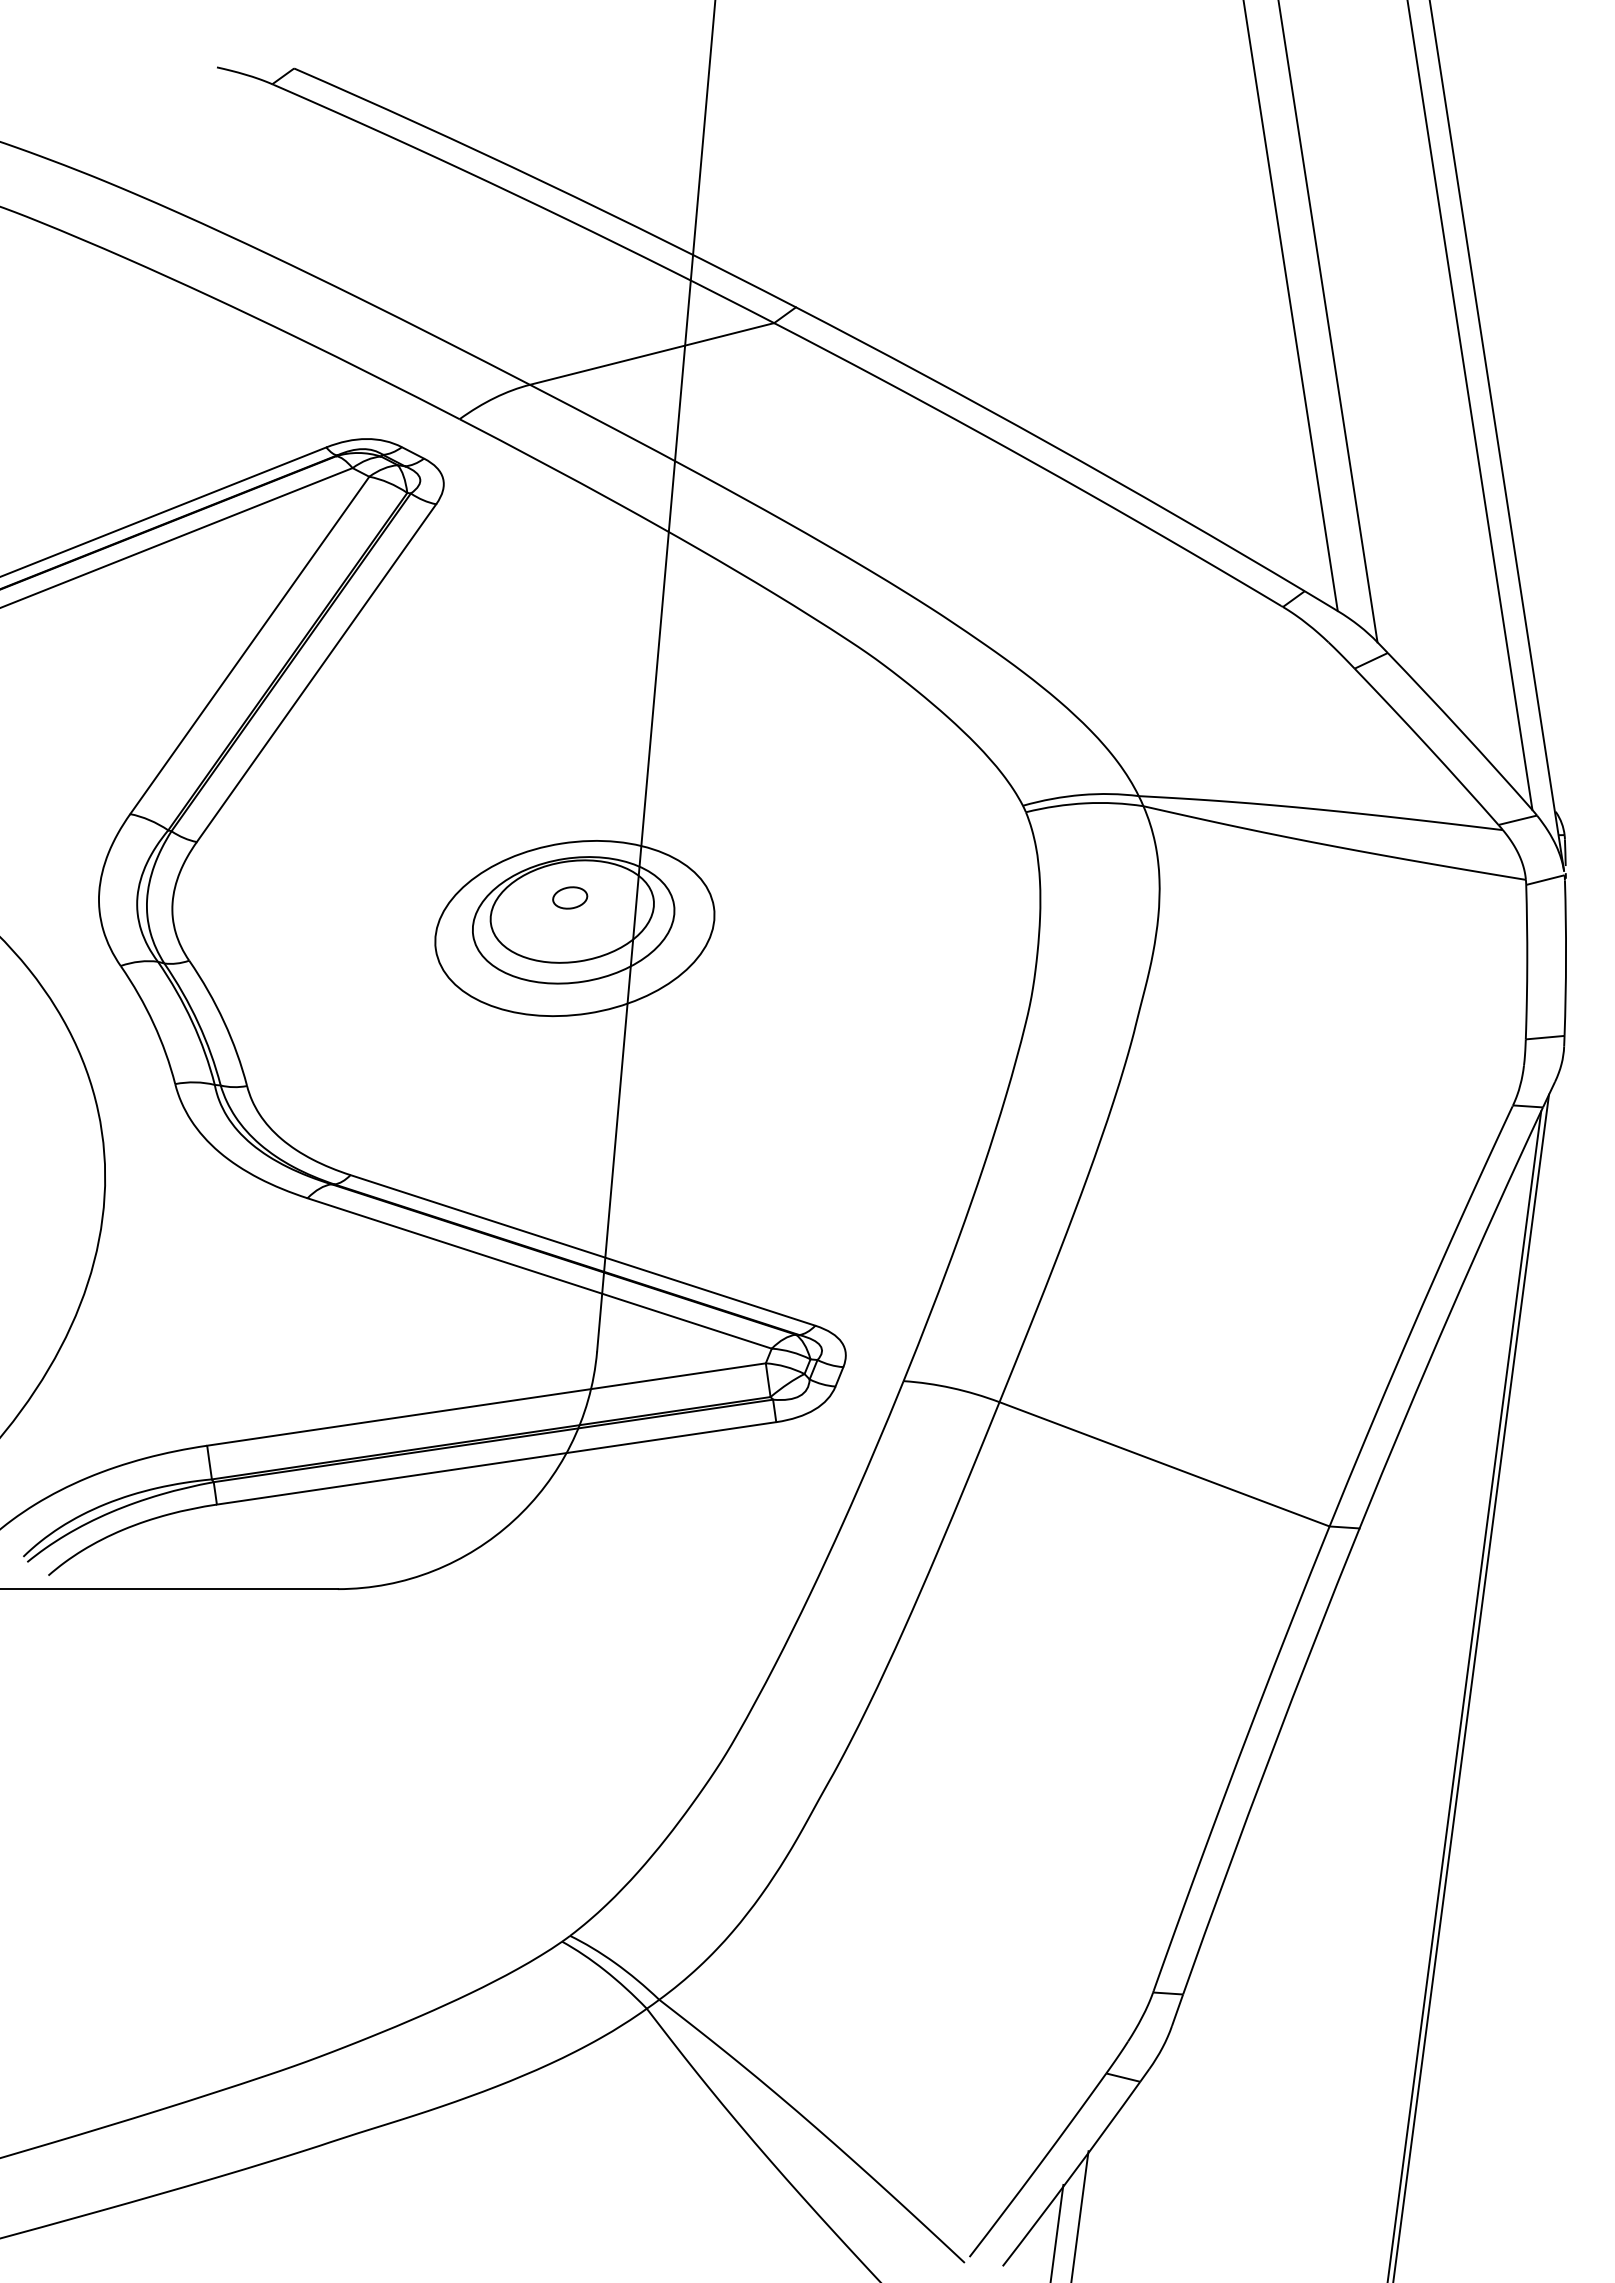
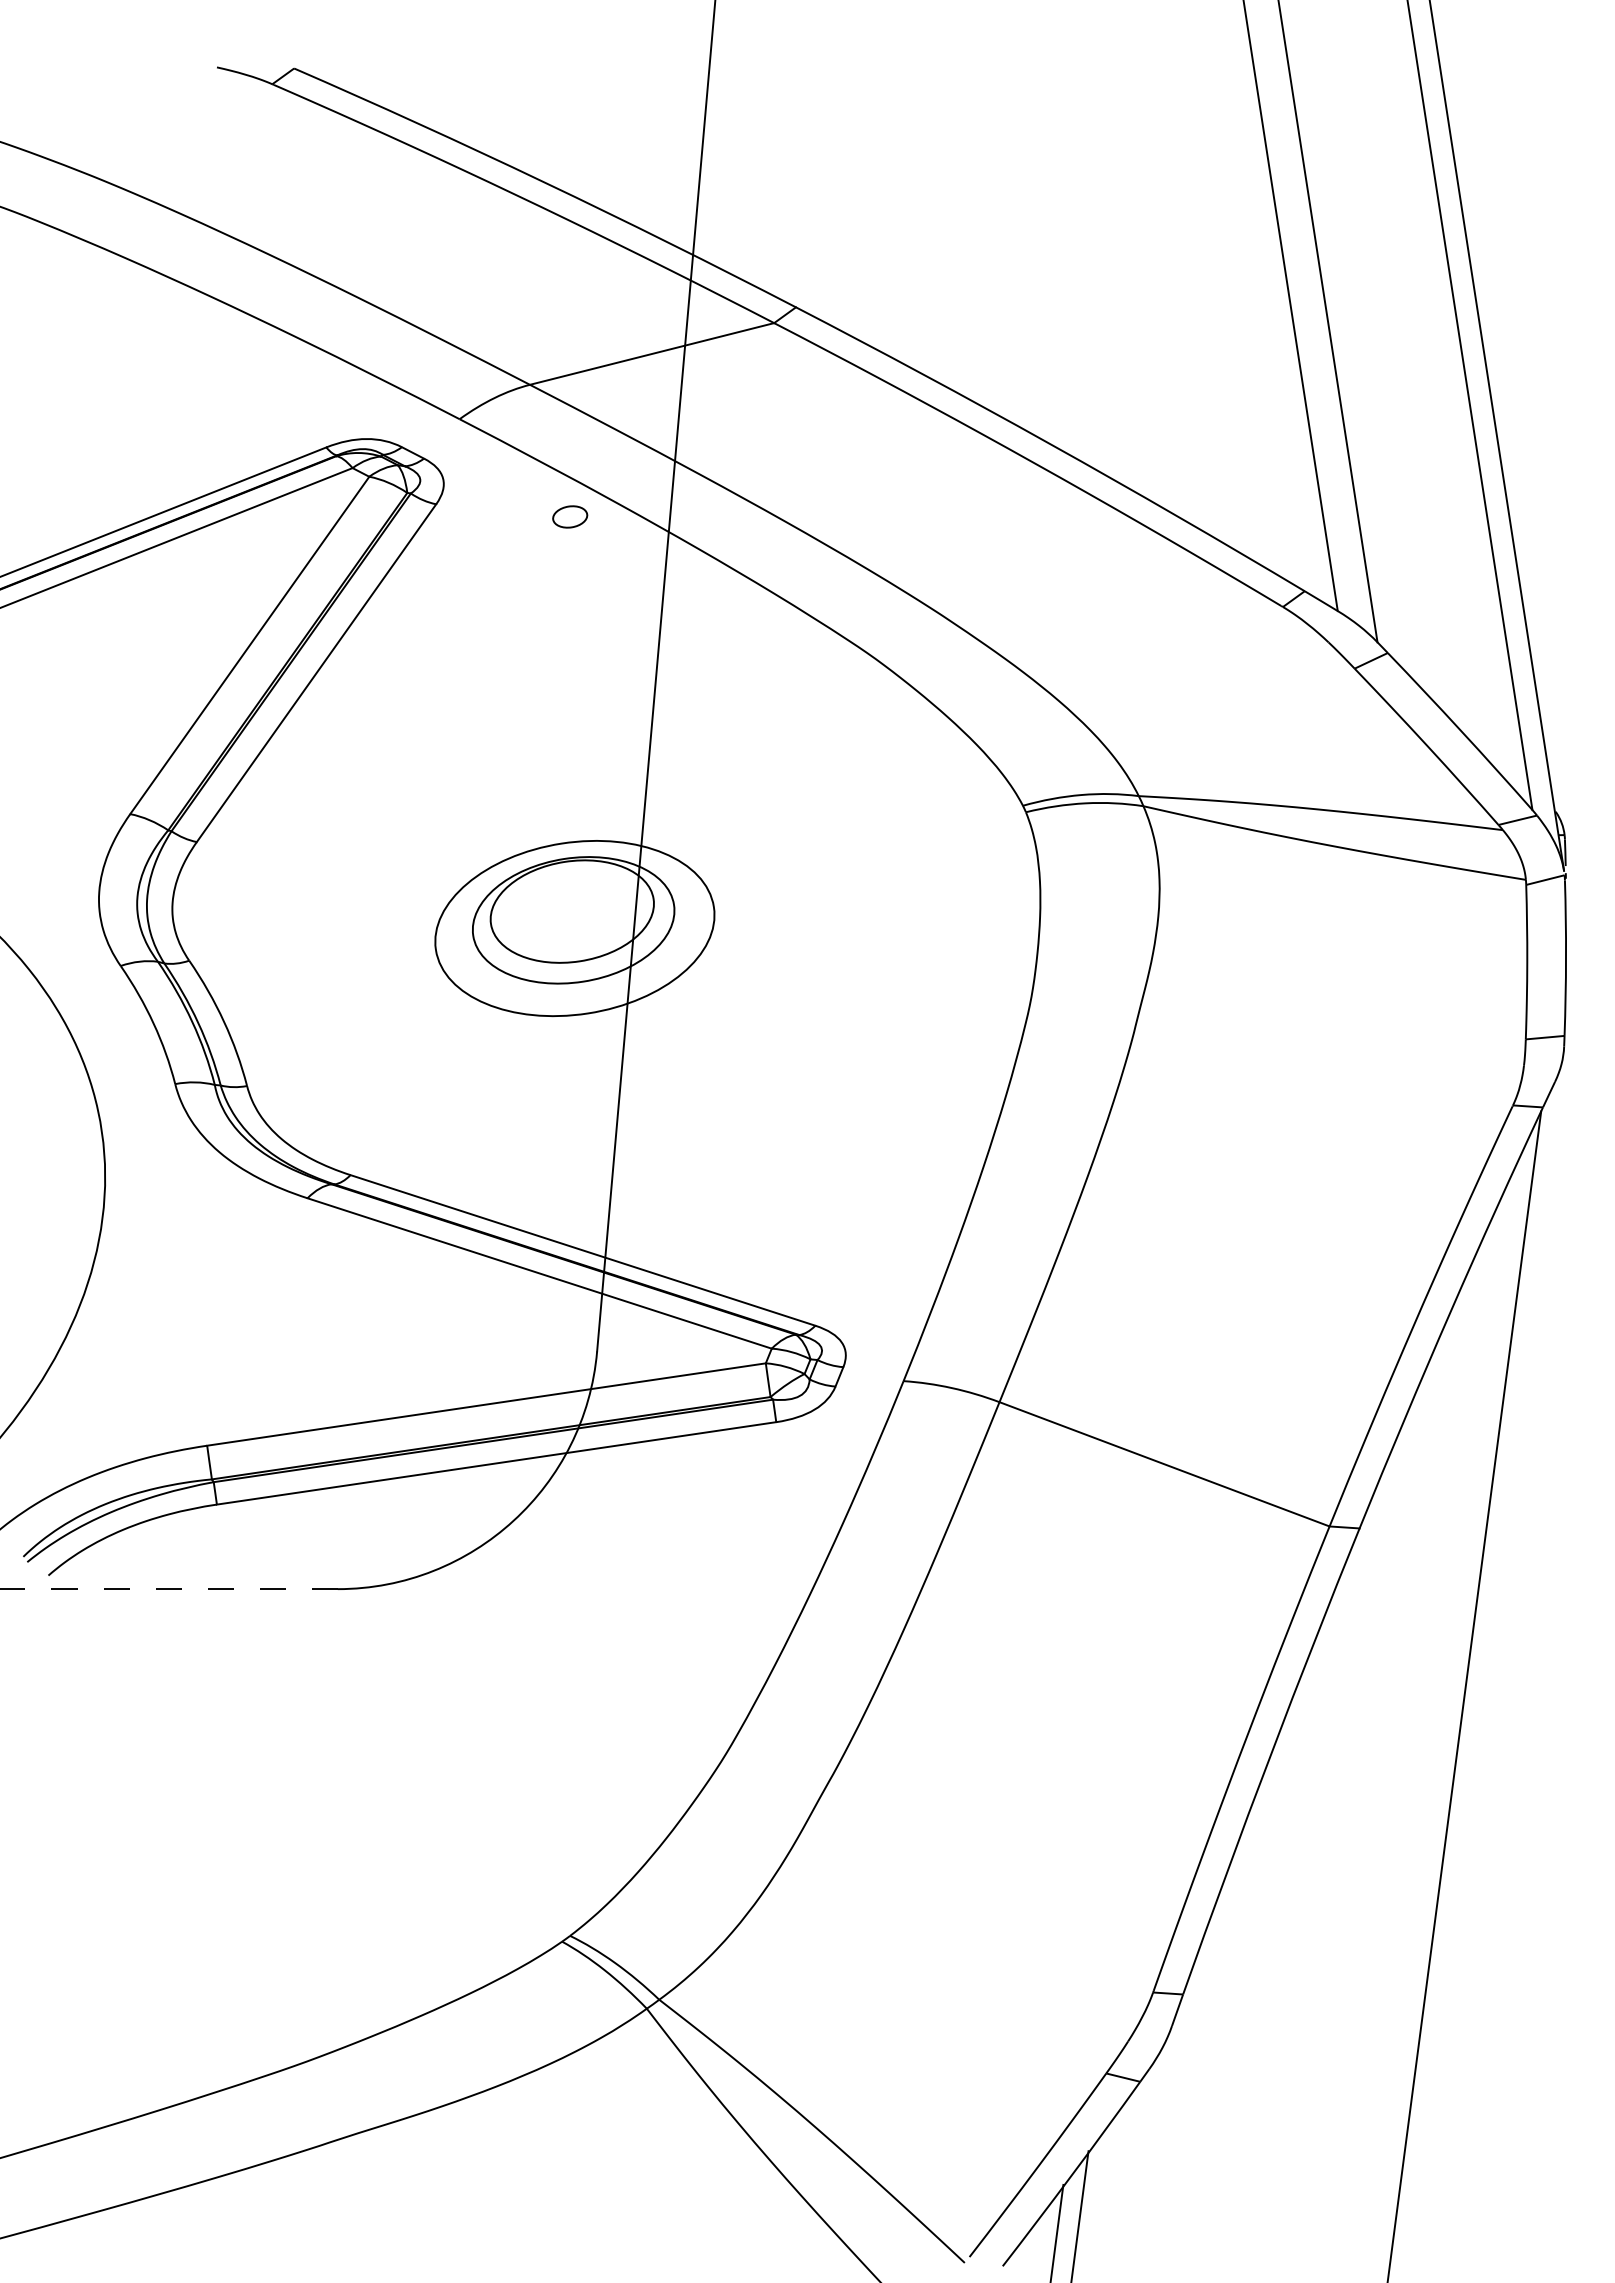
part at (570, 897) position: (570, 897) -> (570, 516)
line at (168, 1589): solid -> dashed
line at (1471, 1686): present -> none
